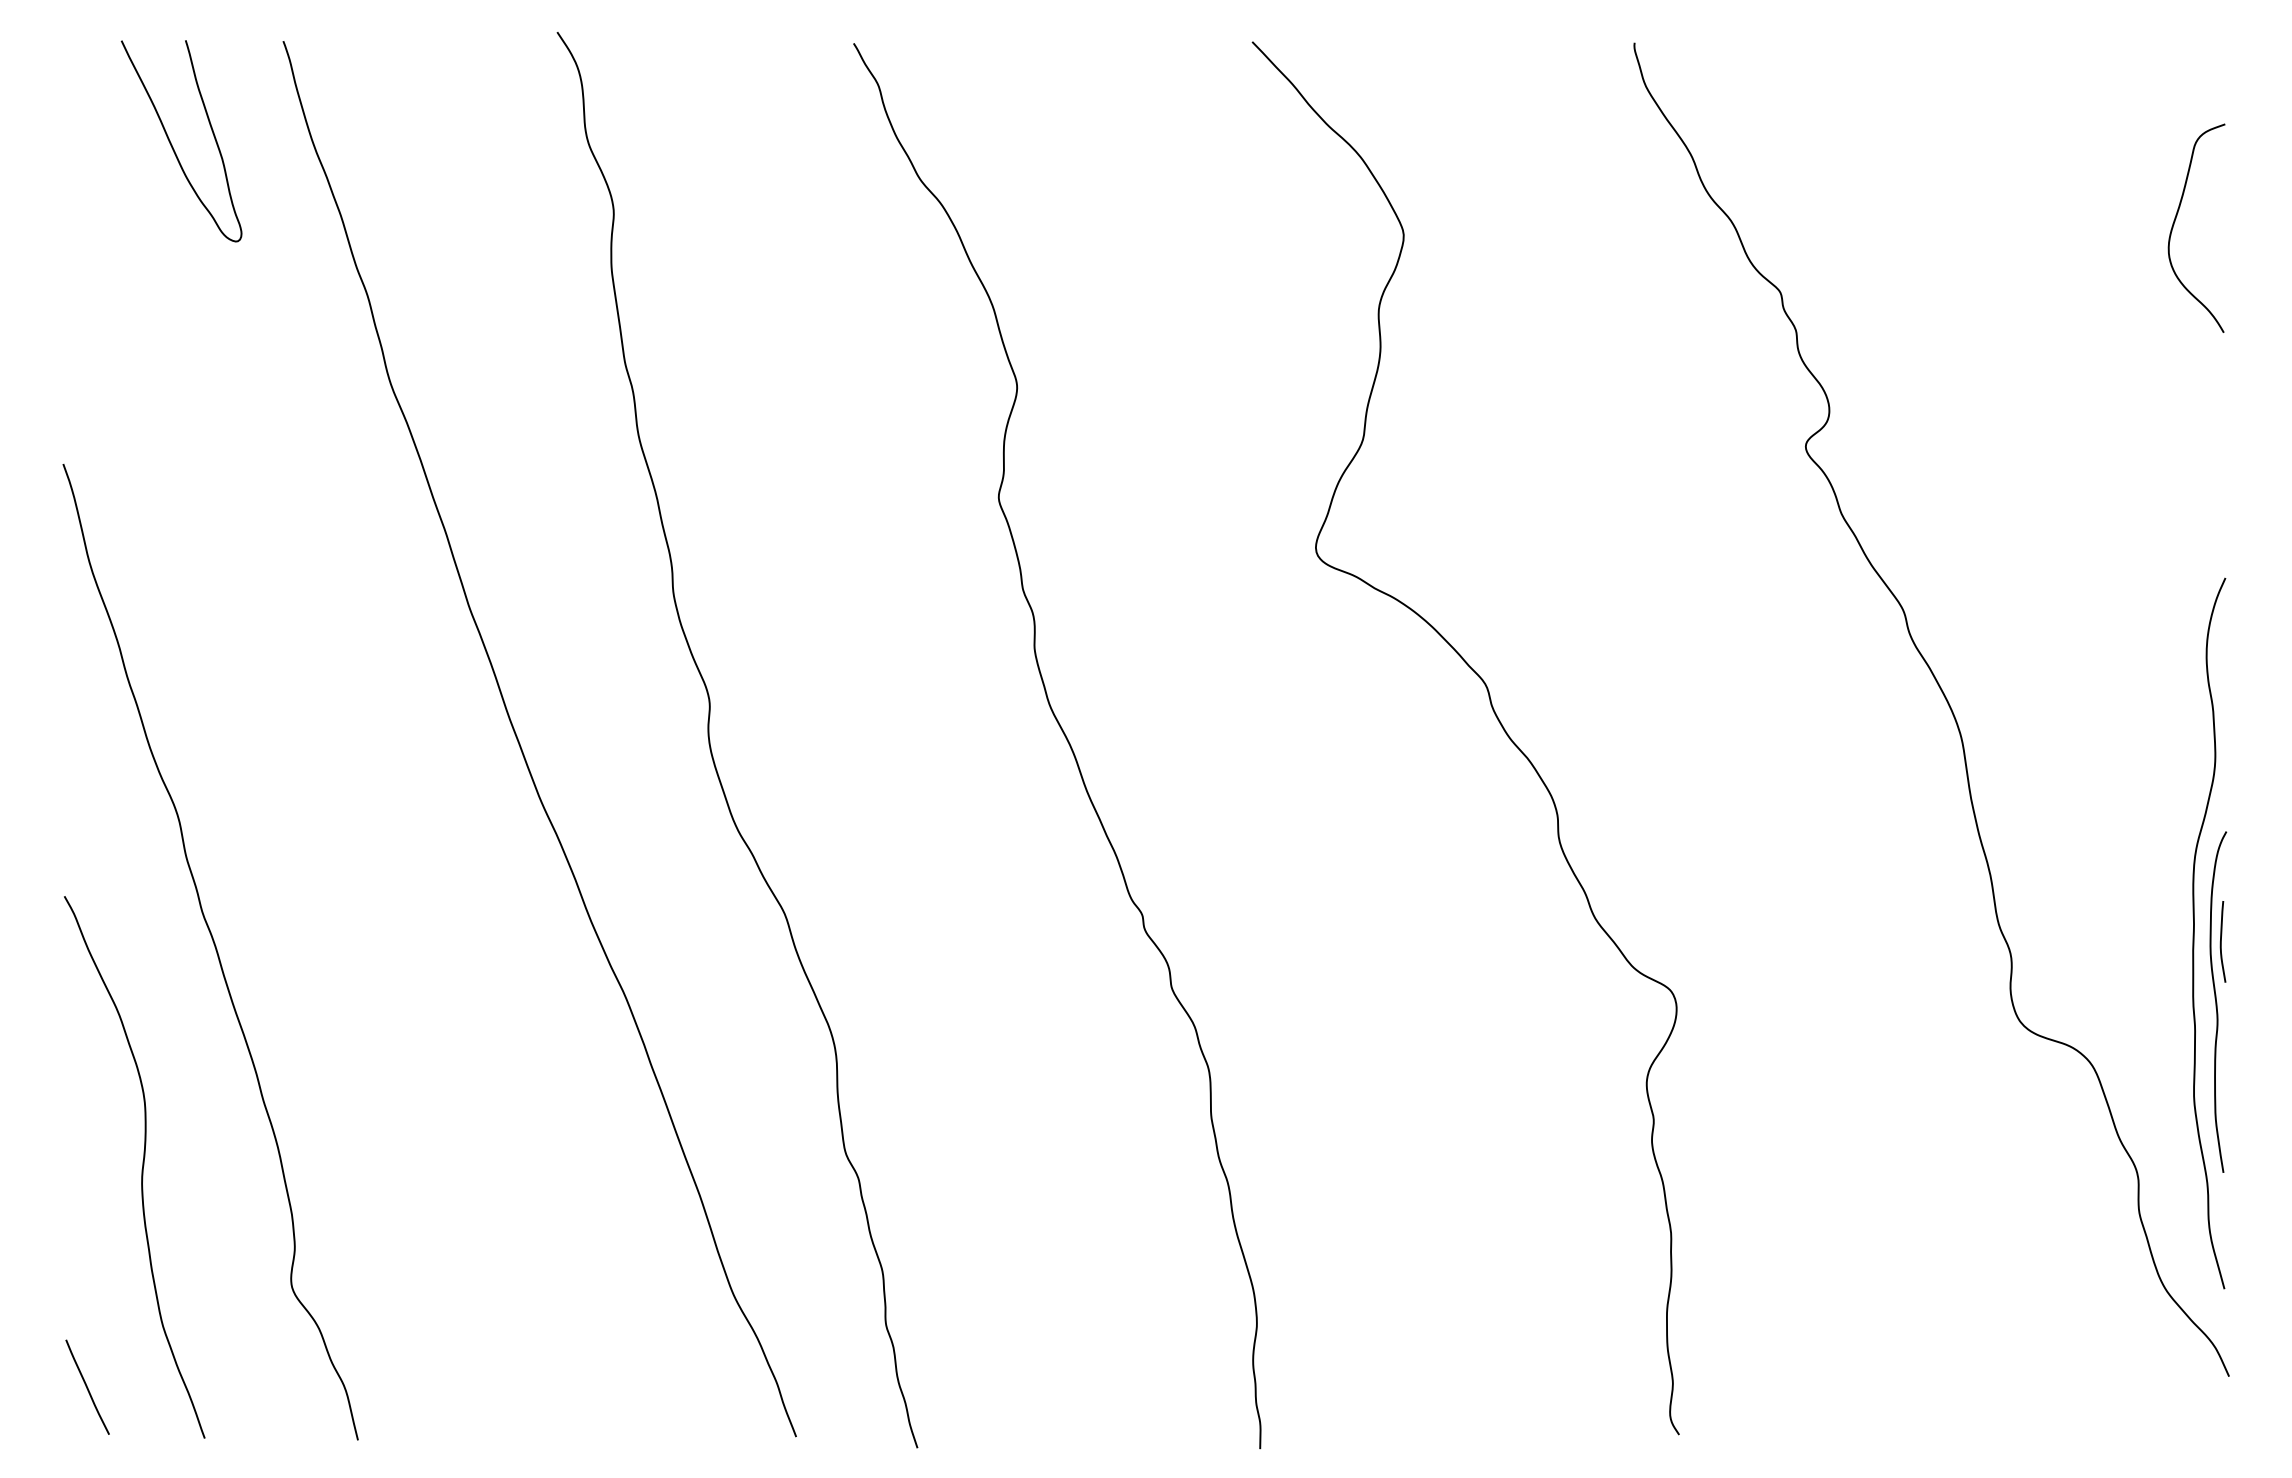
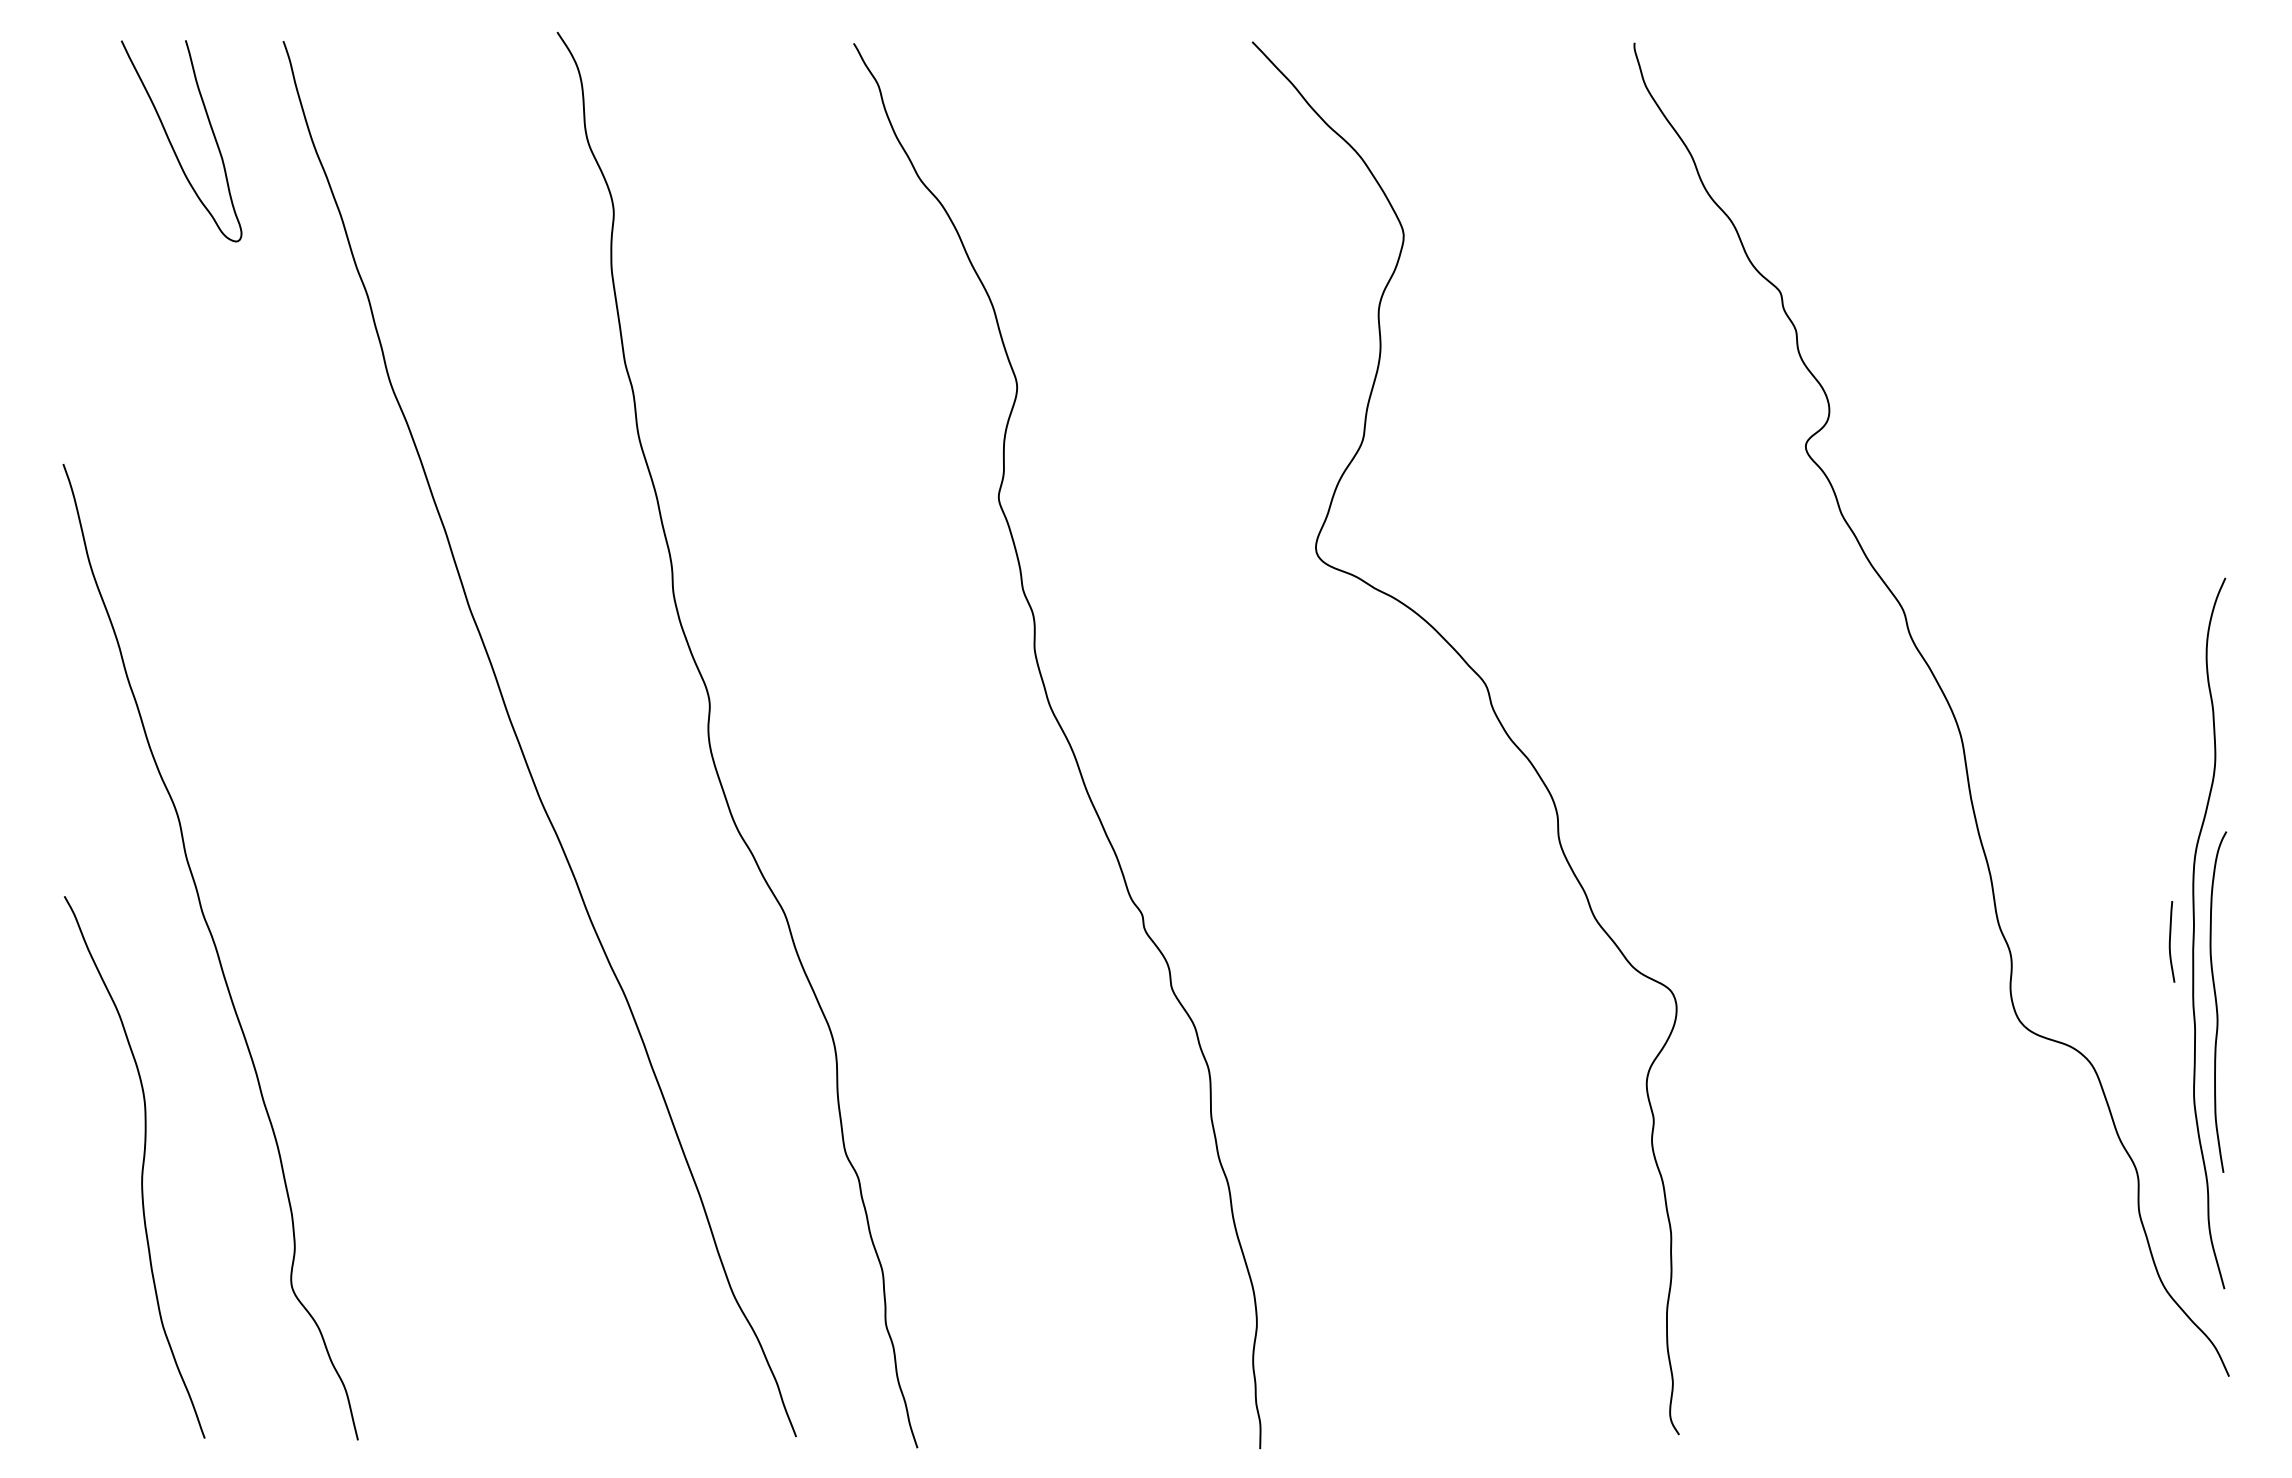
curve at (2175, 221): present -> none
curve at (2221, 941) position: (2221, 941) -> (2170, 941)
line at (87, 1386): present -> none
